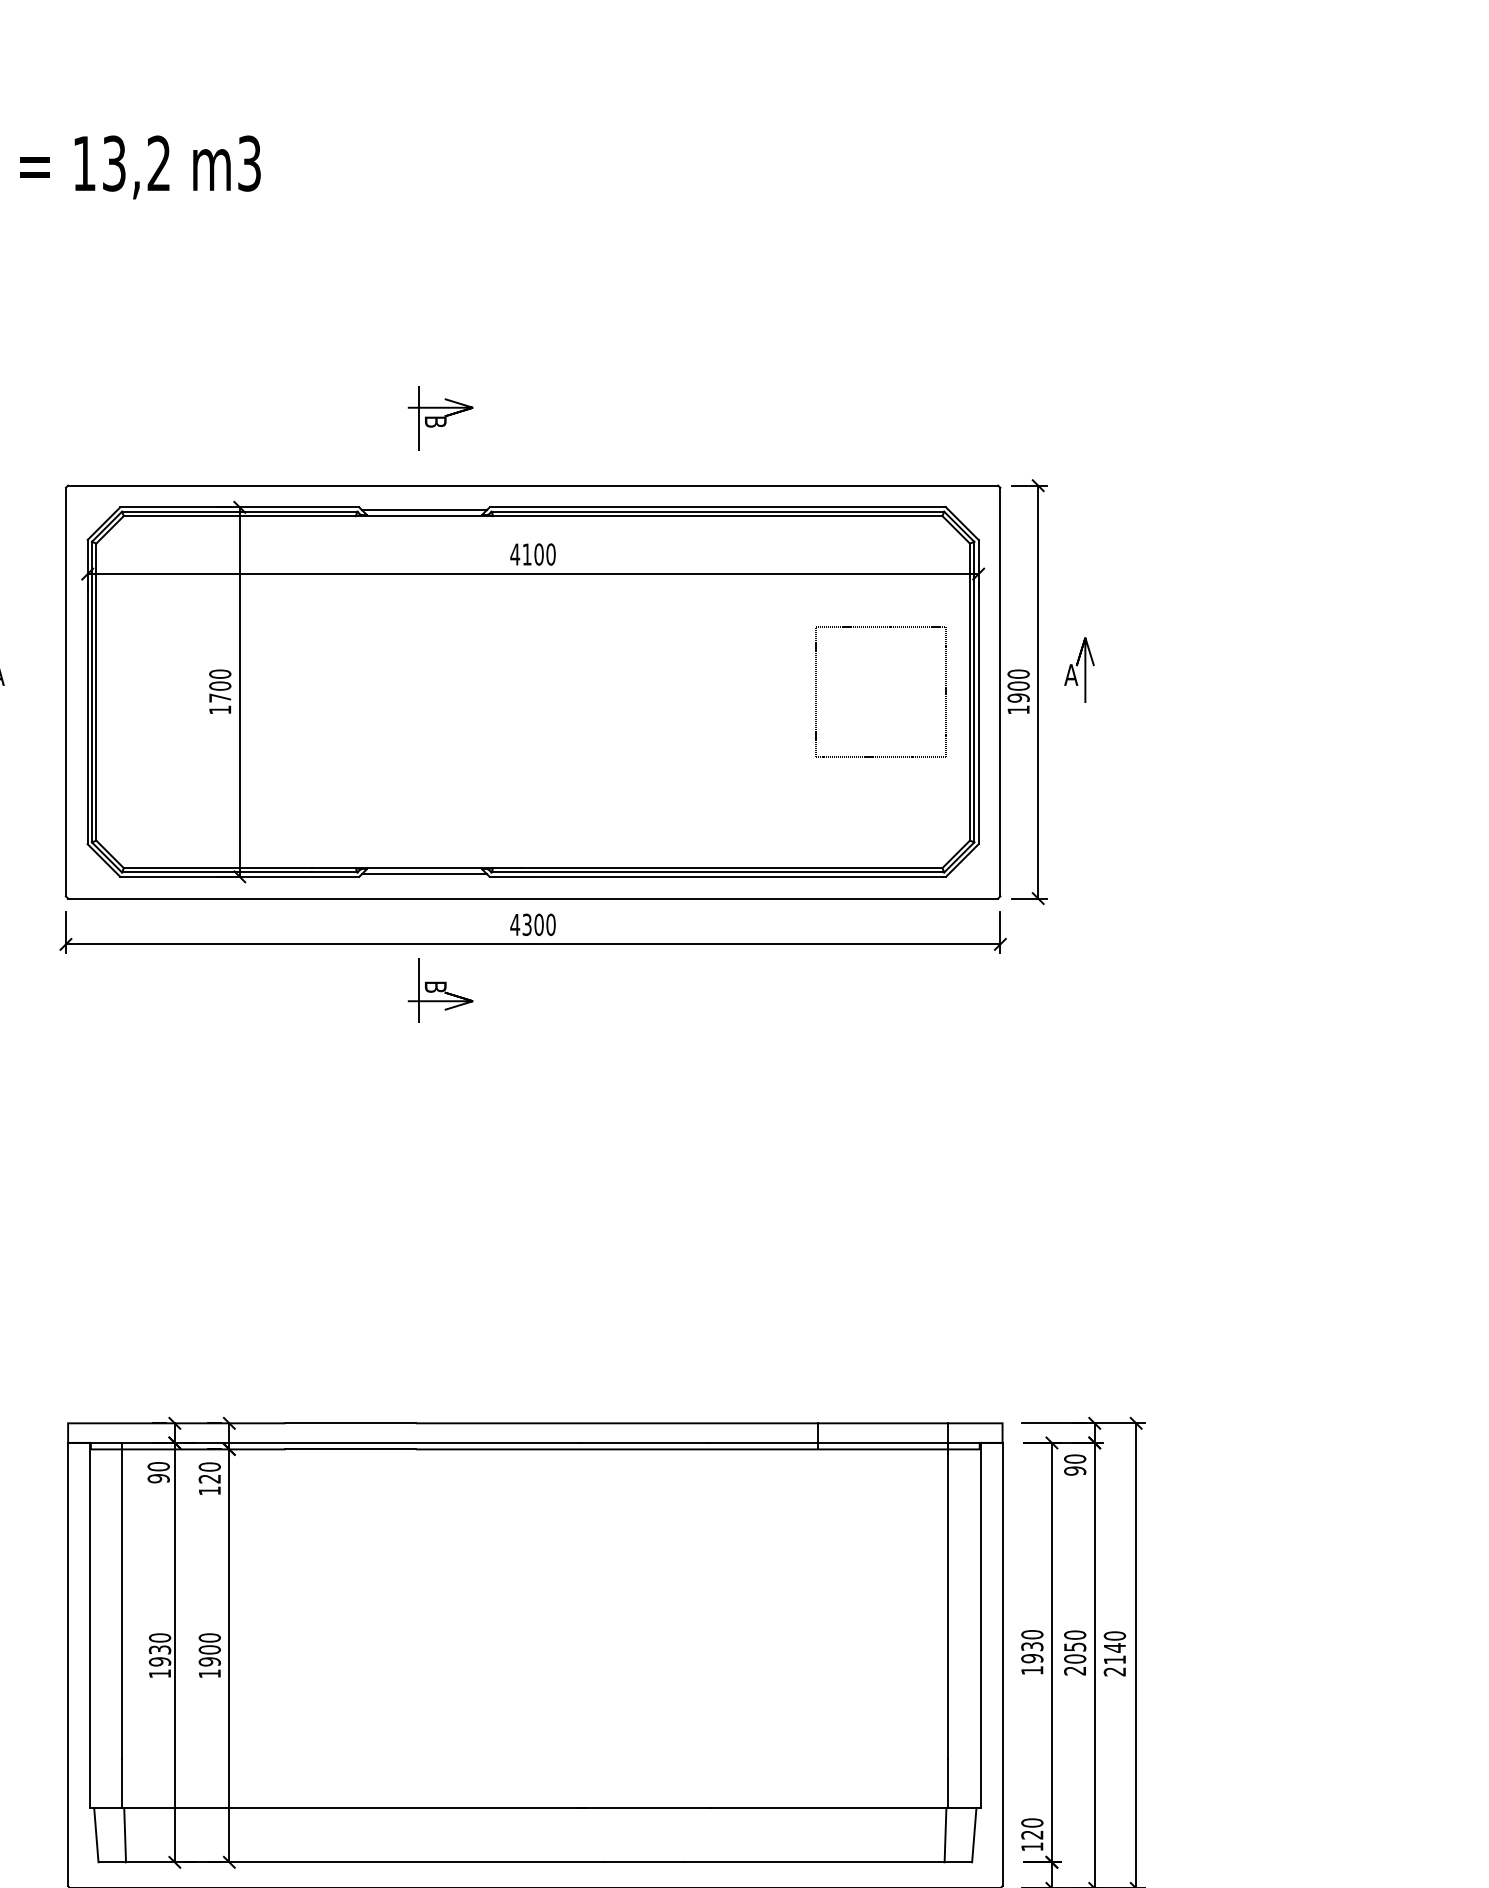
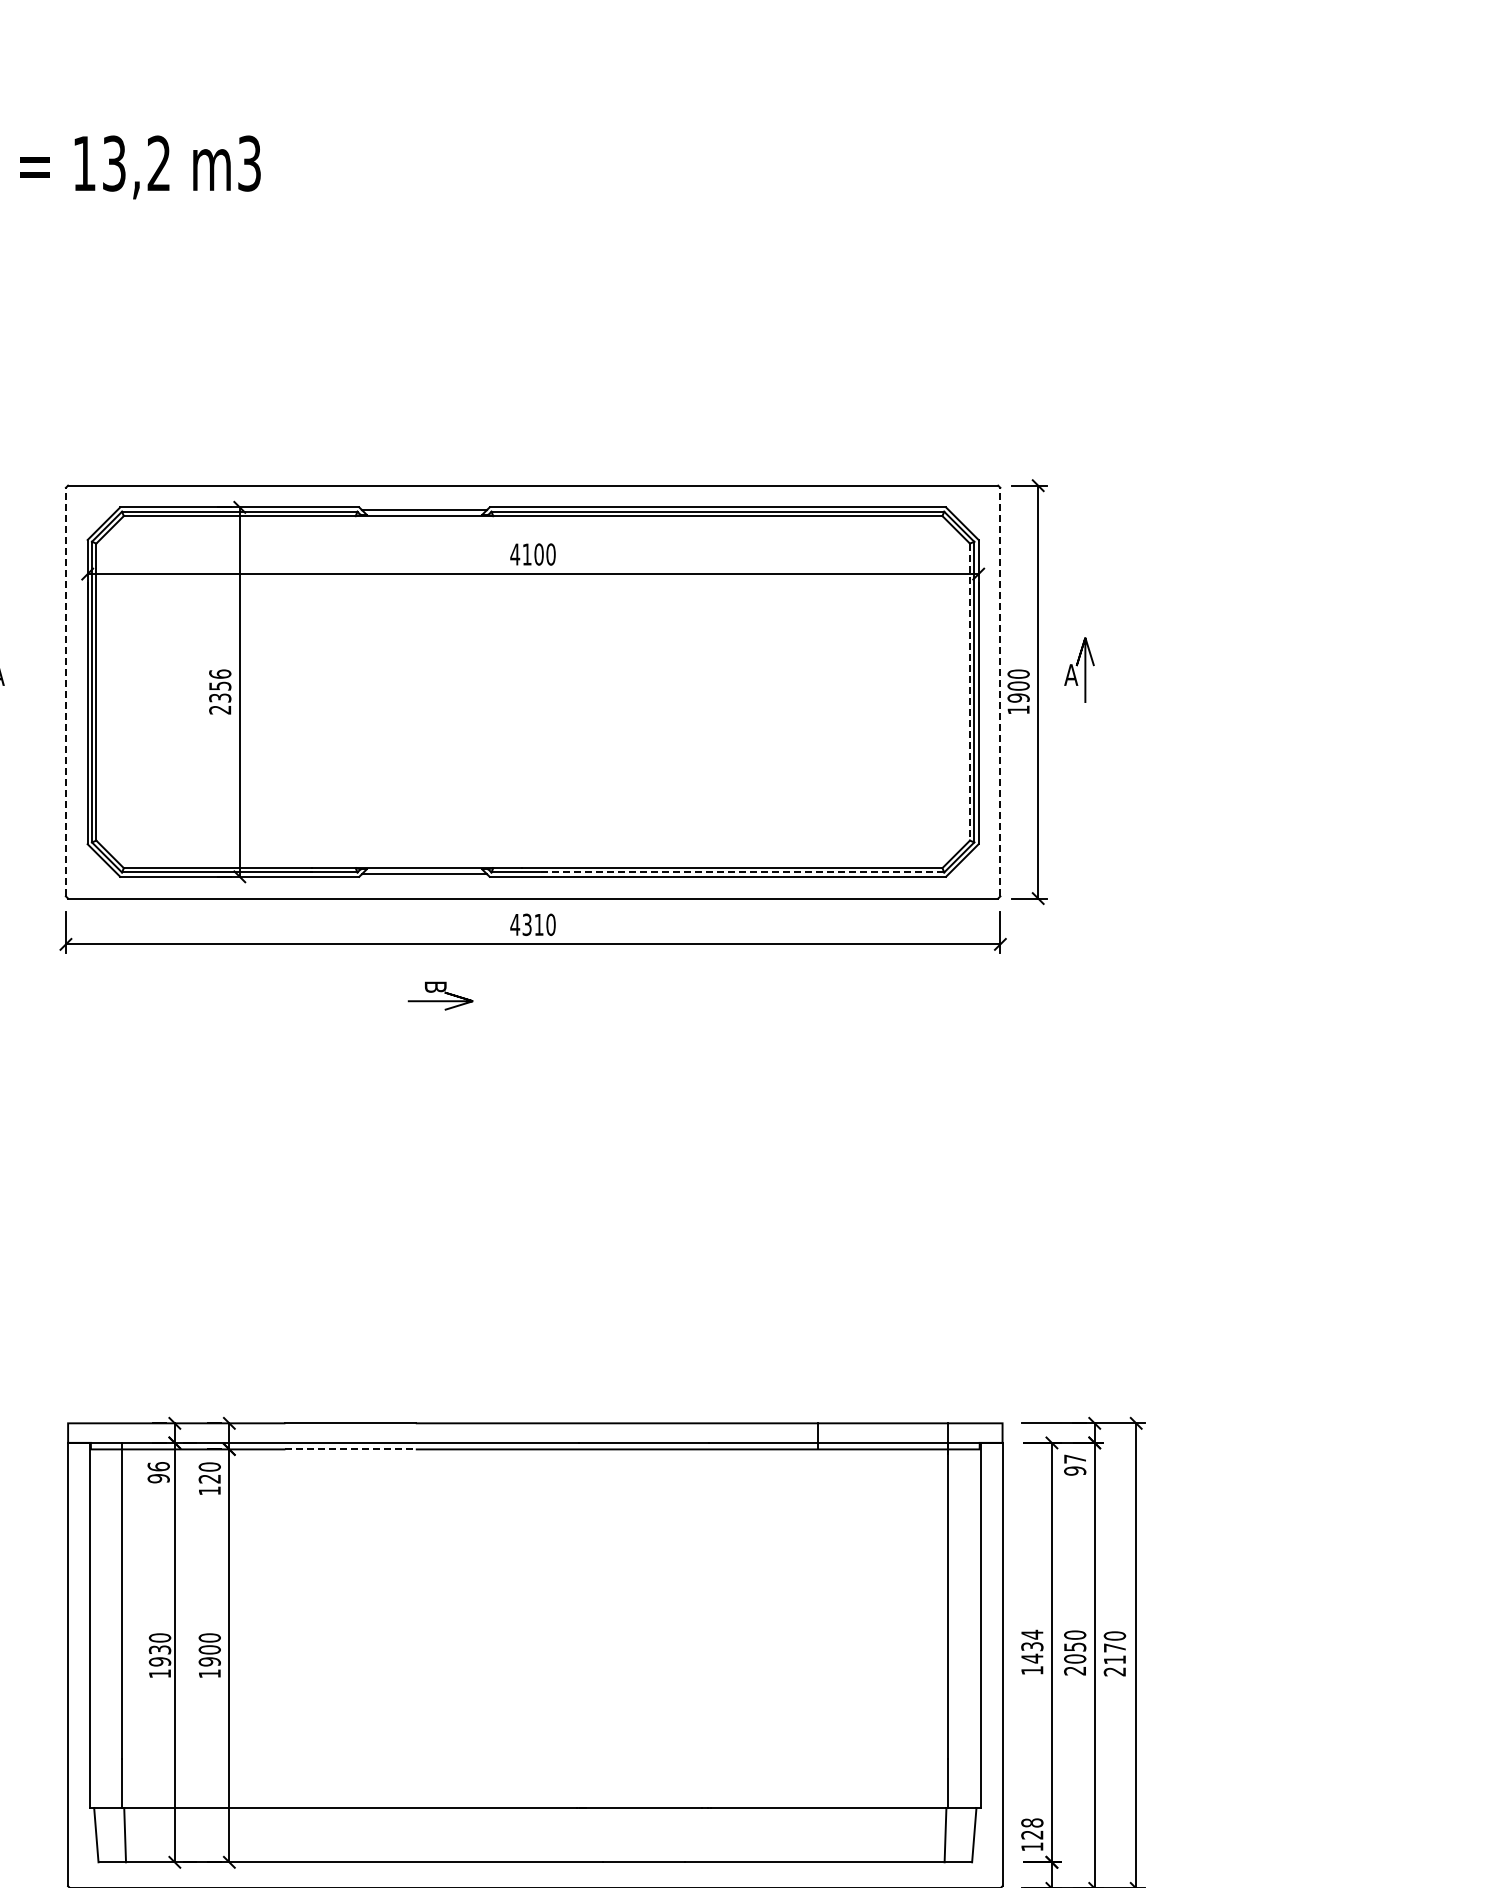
part at (440, 418): present -> none
line at (65, 691): solid -> dashed
text at (220, 691): 1700 -> 2356
part at (816, 691): present -> none
line at (1000, 691): solid -> dashed
line at (969, 692): solid -> dashed
line at (741, 872): solid -> dashed
text at (538, 924): 4300 -> 4310
line at (418, 989): present -> none
line at (351, 1449): solid -> dashed
text at (1075, 1458): 90 -> 97
text at (158, 1466): 90 -> 96
text at (1032, 1646): 1930 -> 1434
text at (1114, 1647): 2140 -> 2170
text at (1032, 1822): 120 -> 128
